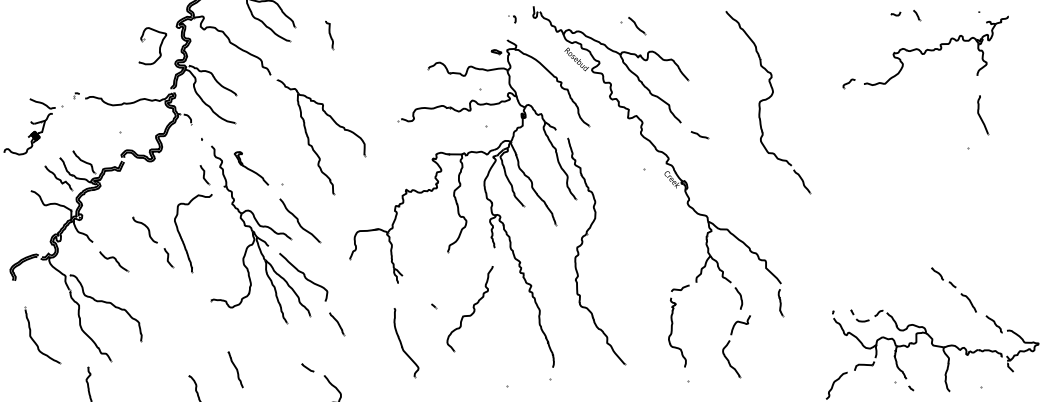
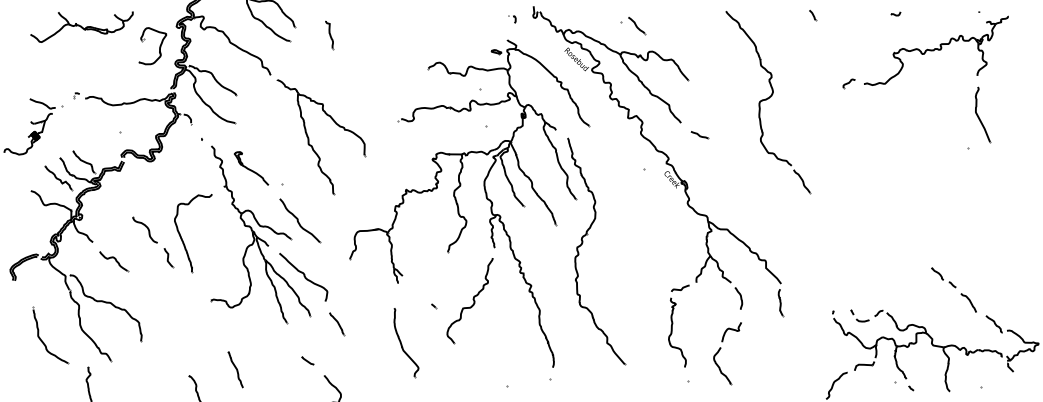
part at (917, 15) position: (917, 15) -> (813, 15)
part at (81, 26): none -> present
part at (983, 115) size: 13x41 px -> 17x58 px
part at (204, 175): present -> none
part at (469, 309) position: (469, 309) -> (469, 301)
part at (35, 341) position: (35, 341) -> (43, 341)
part at (729, 343) position: (729, 343) -> (720, 350)
line at (307, 367) position: (307, 367) -> (307, 360)
